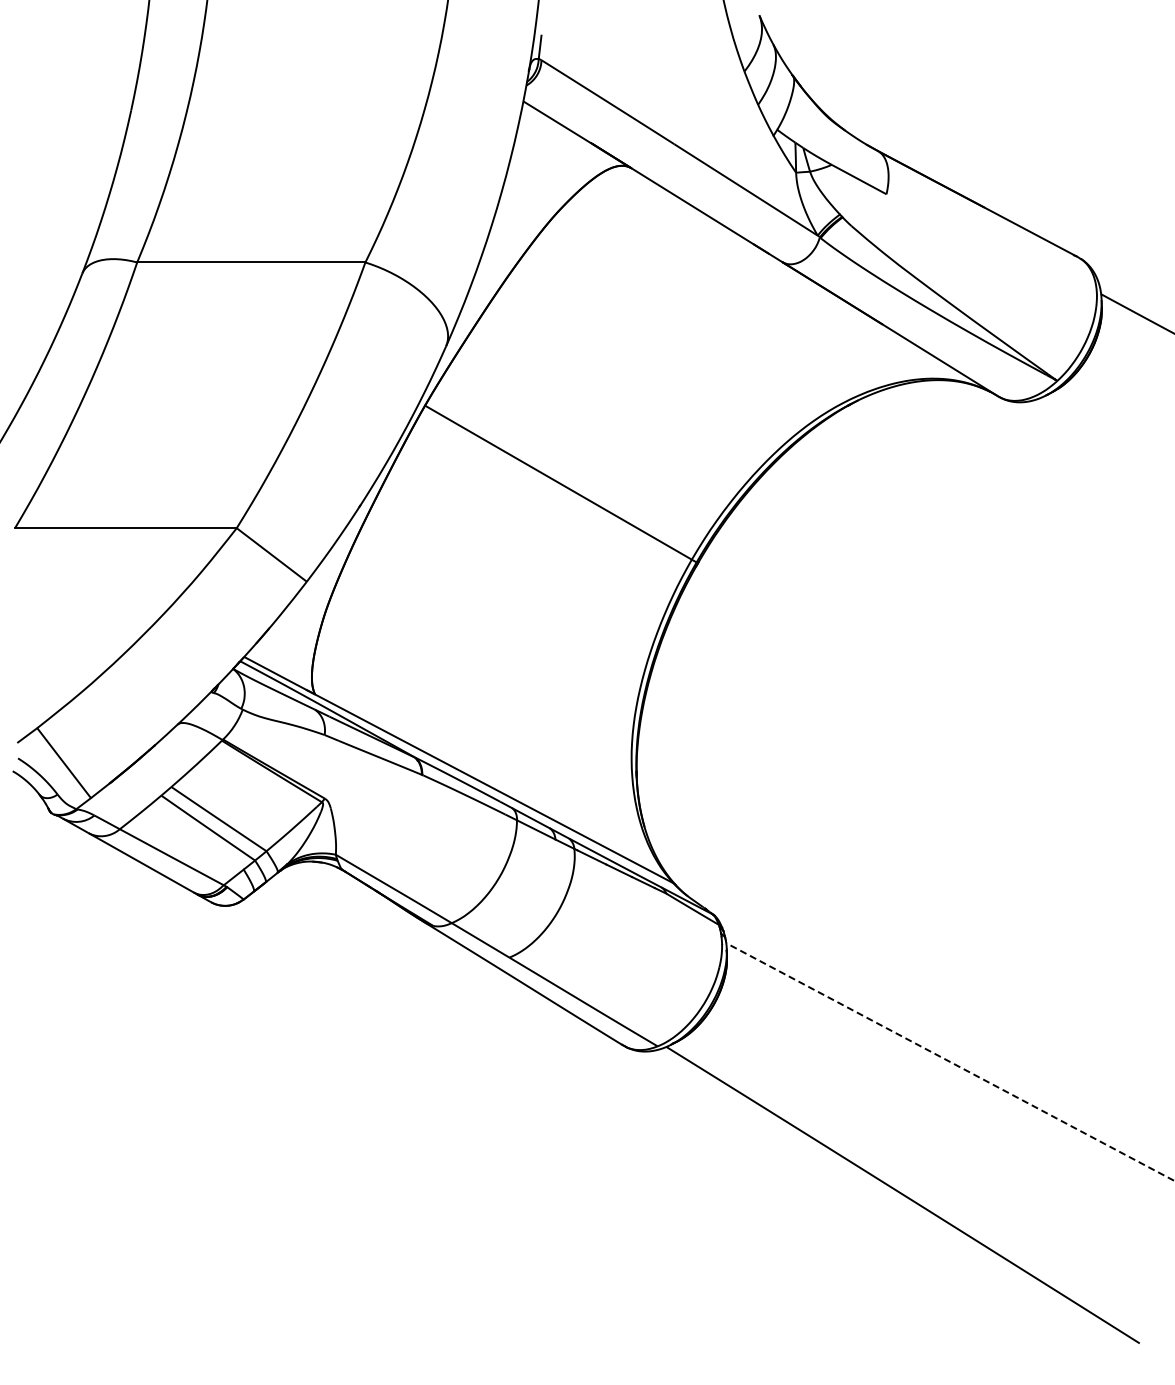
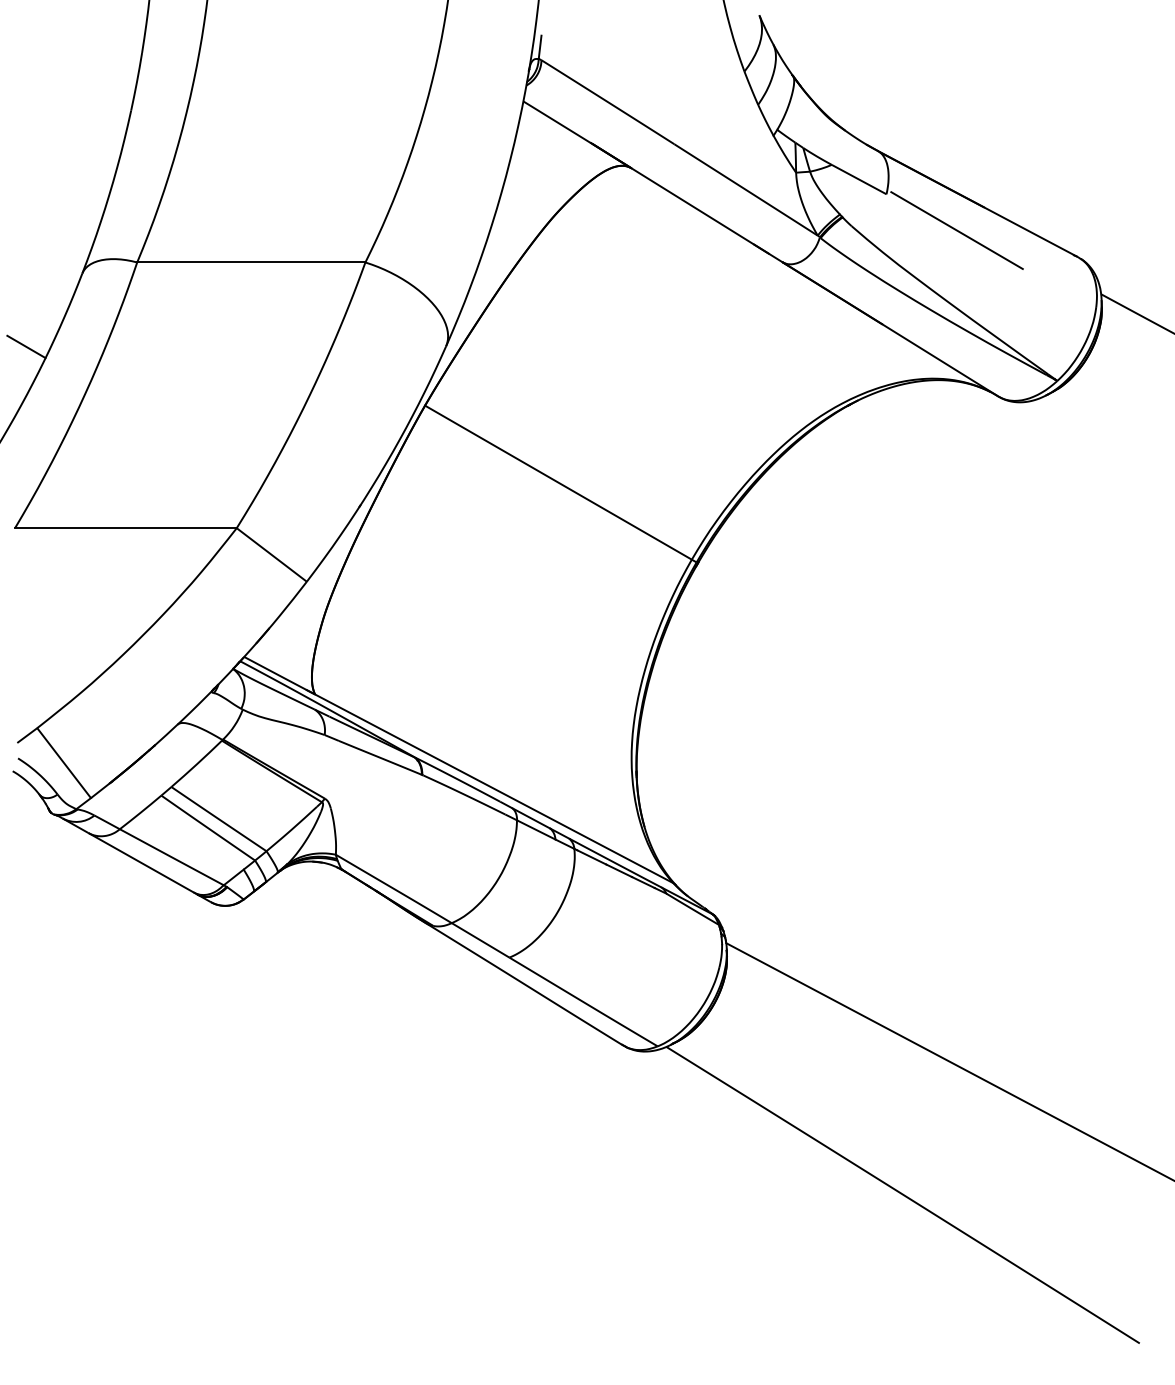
line at (956, 230): none -> present
line at (26, 346): none -> present
line at (950, 1062): dashed -> solid
